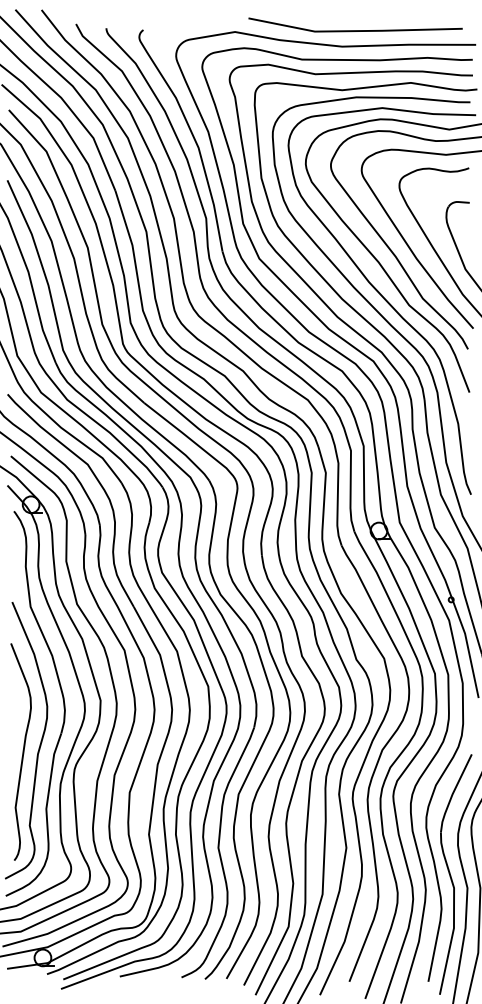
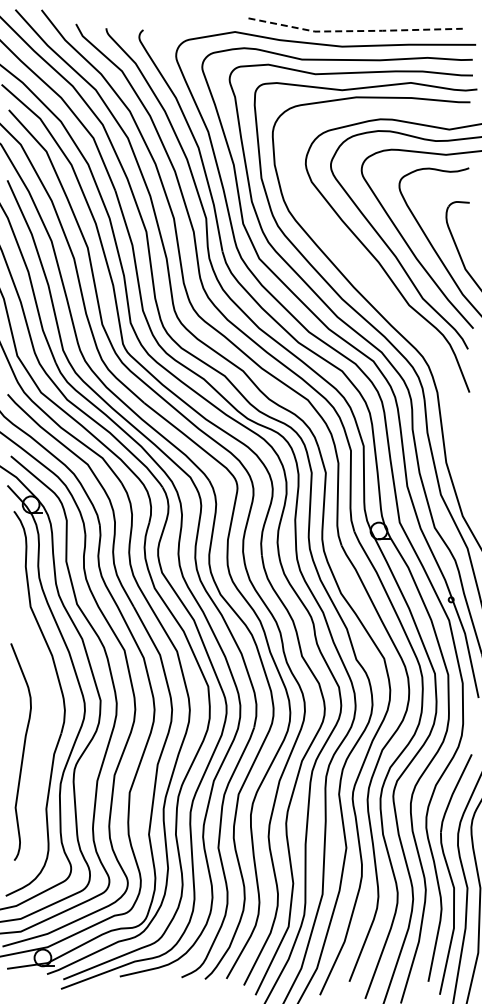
line at (355, 31): solid -> dashed
curve at (383, 299): present -> none
curve at (39, 744): present -> none
